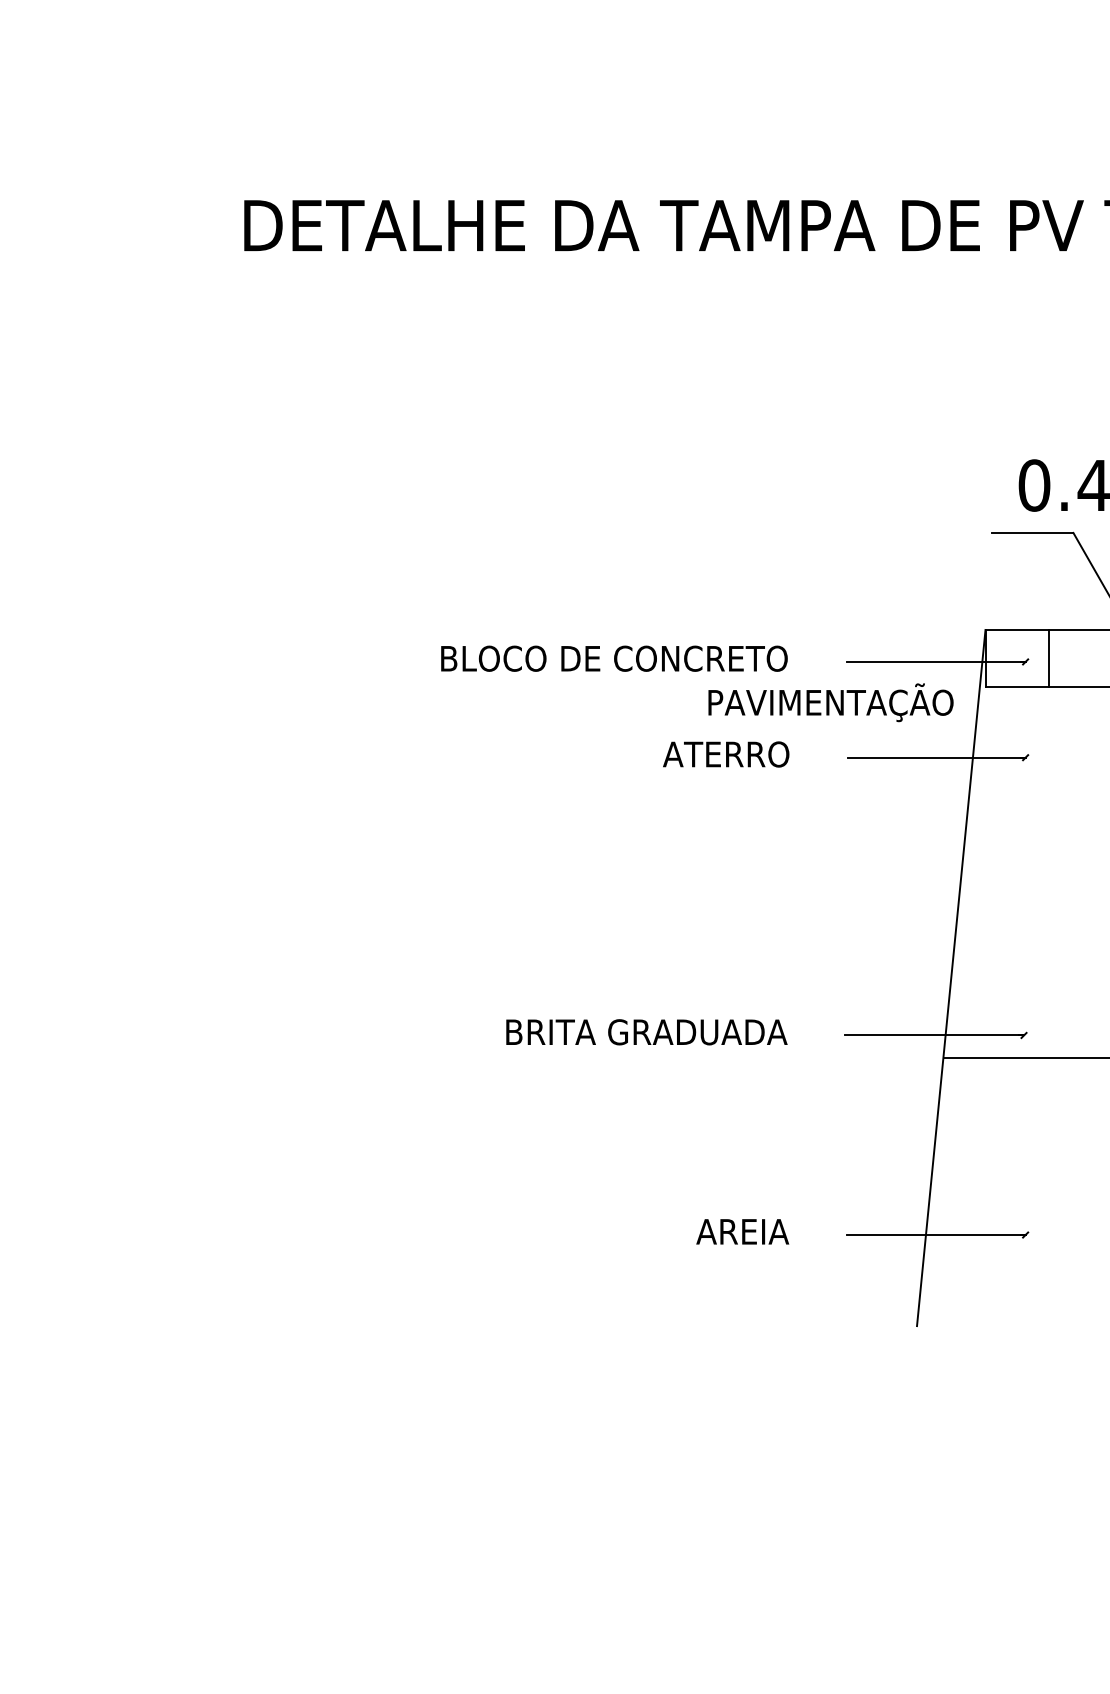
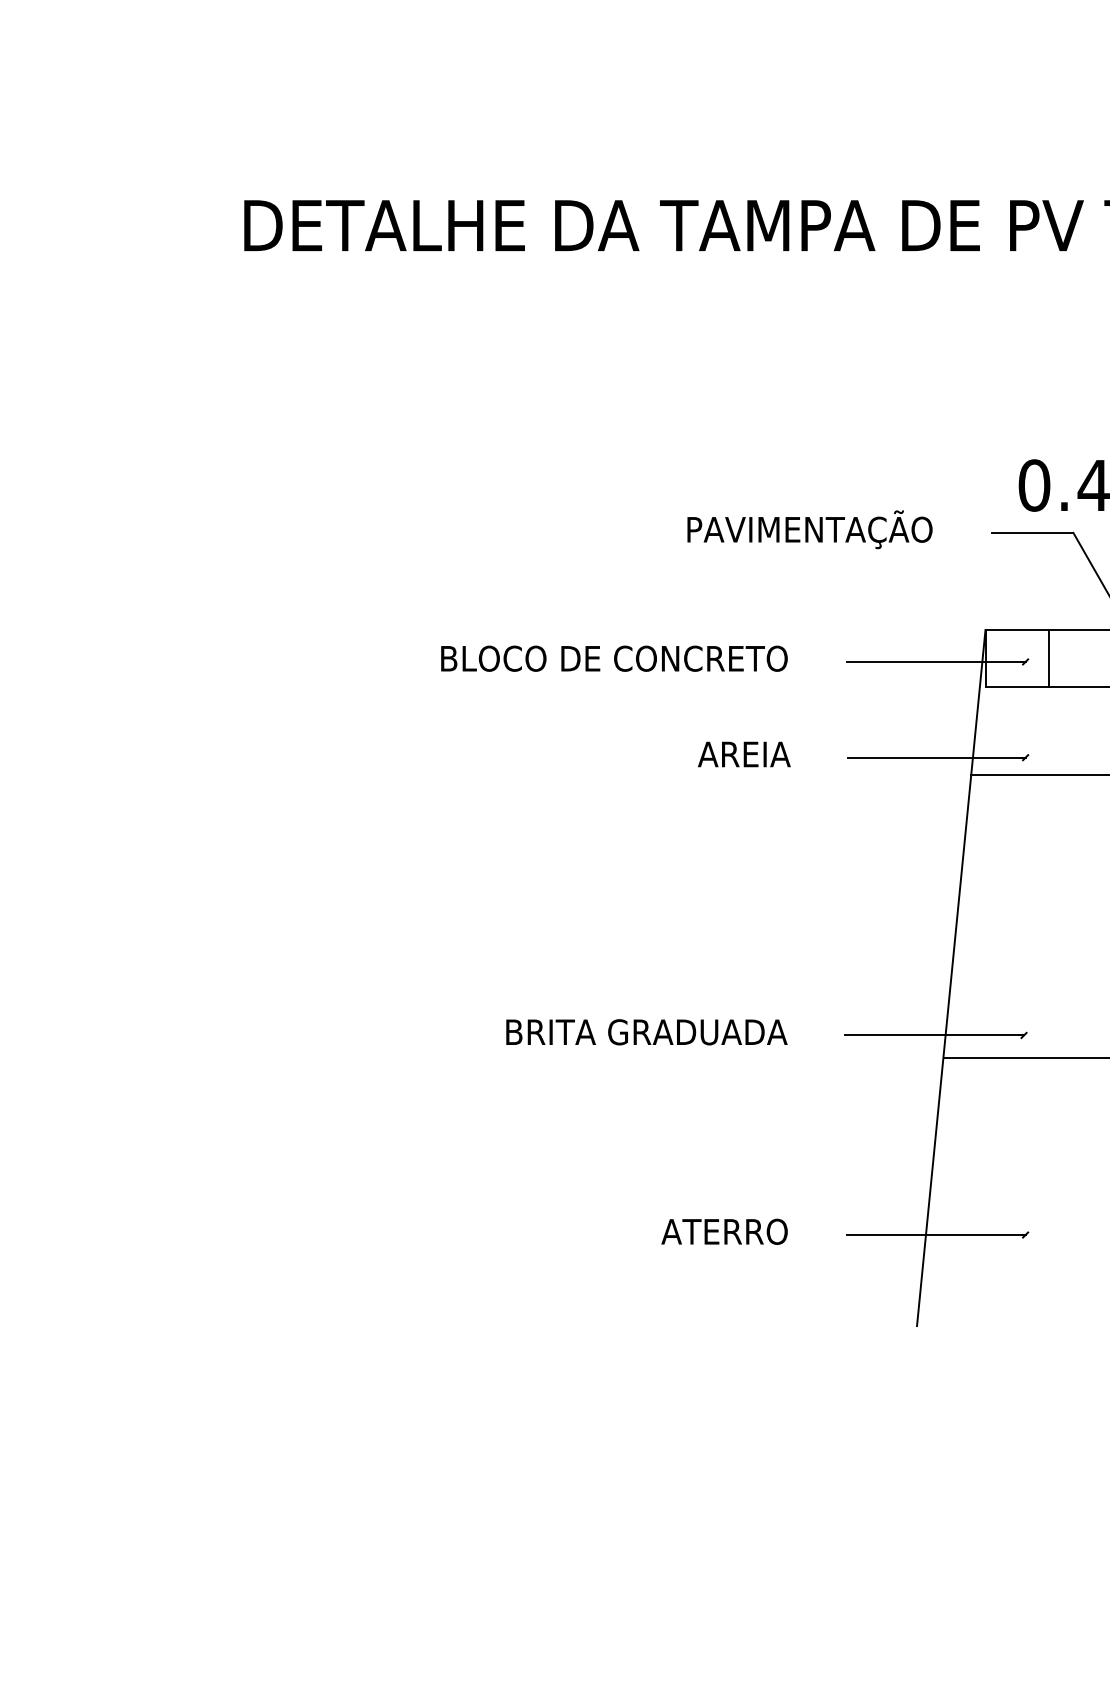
text at (830, 702) position: (830, 702) -> (809, 529)
text at (726, 754): ATERRO -> AREIA
line at (1038, 775): none -> present
text at (725, 1231): AREIA -> ATERRO
